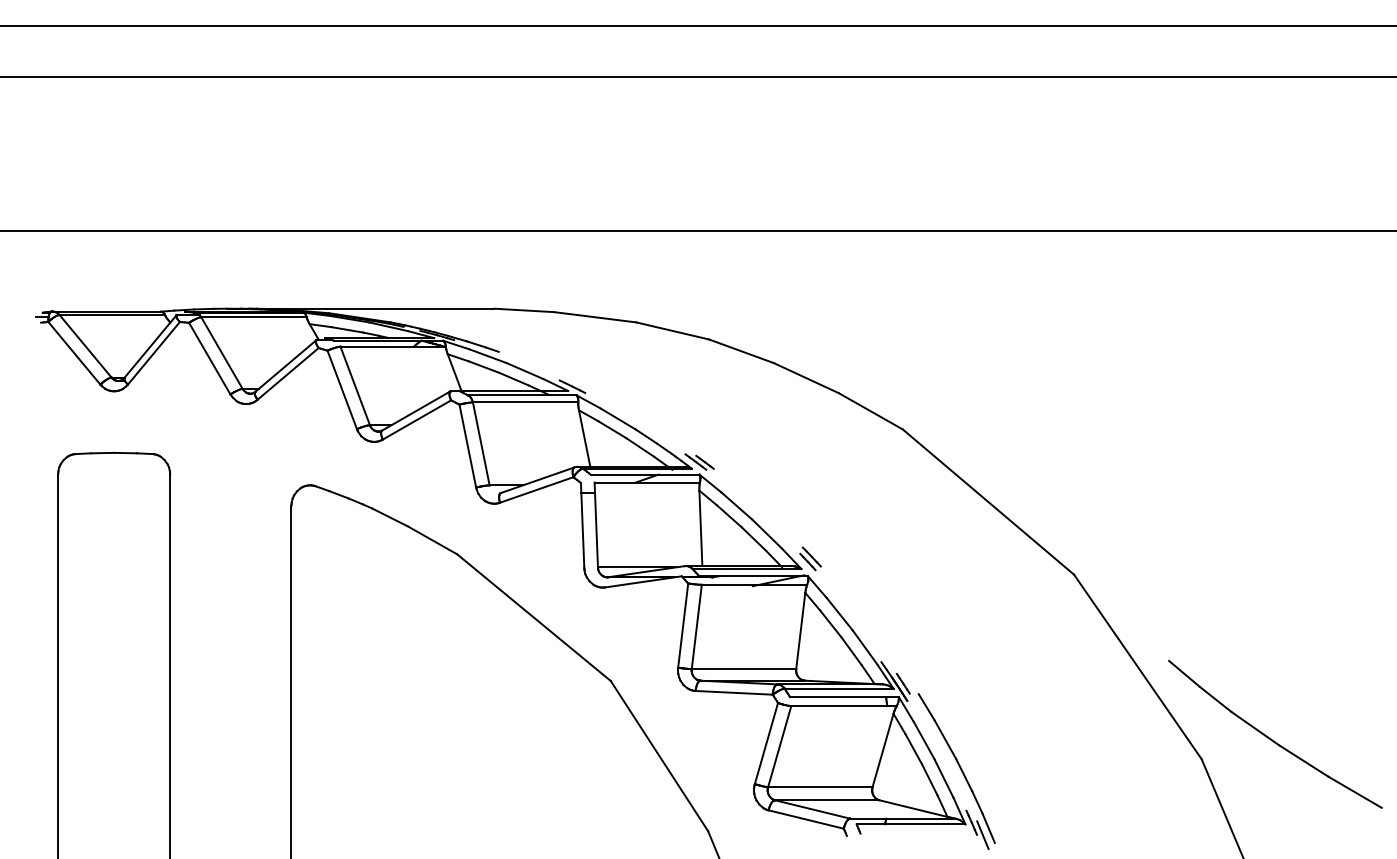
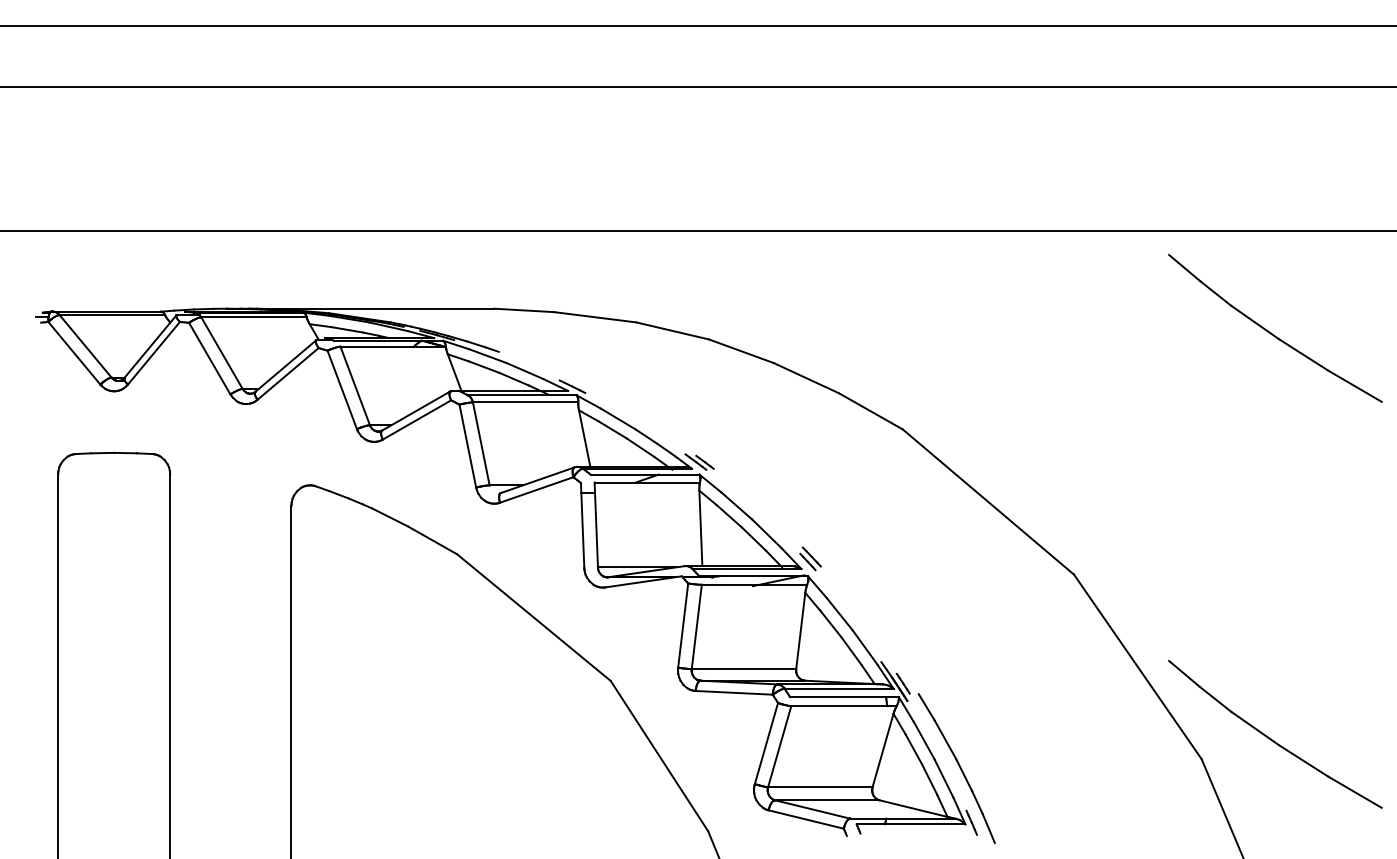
line at (697, 77) position: (697, 77) -> (697, 87)
part at (1275, 328): none -> present
line at (982, 835): present -> none
